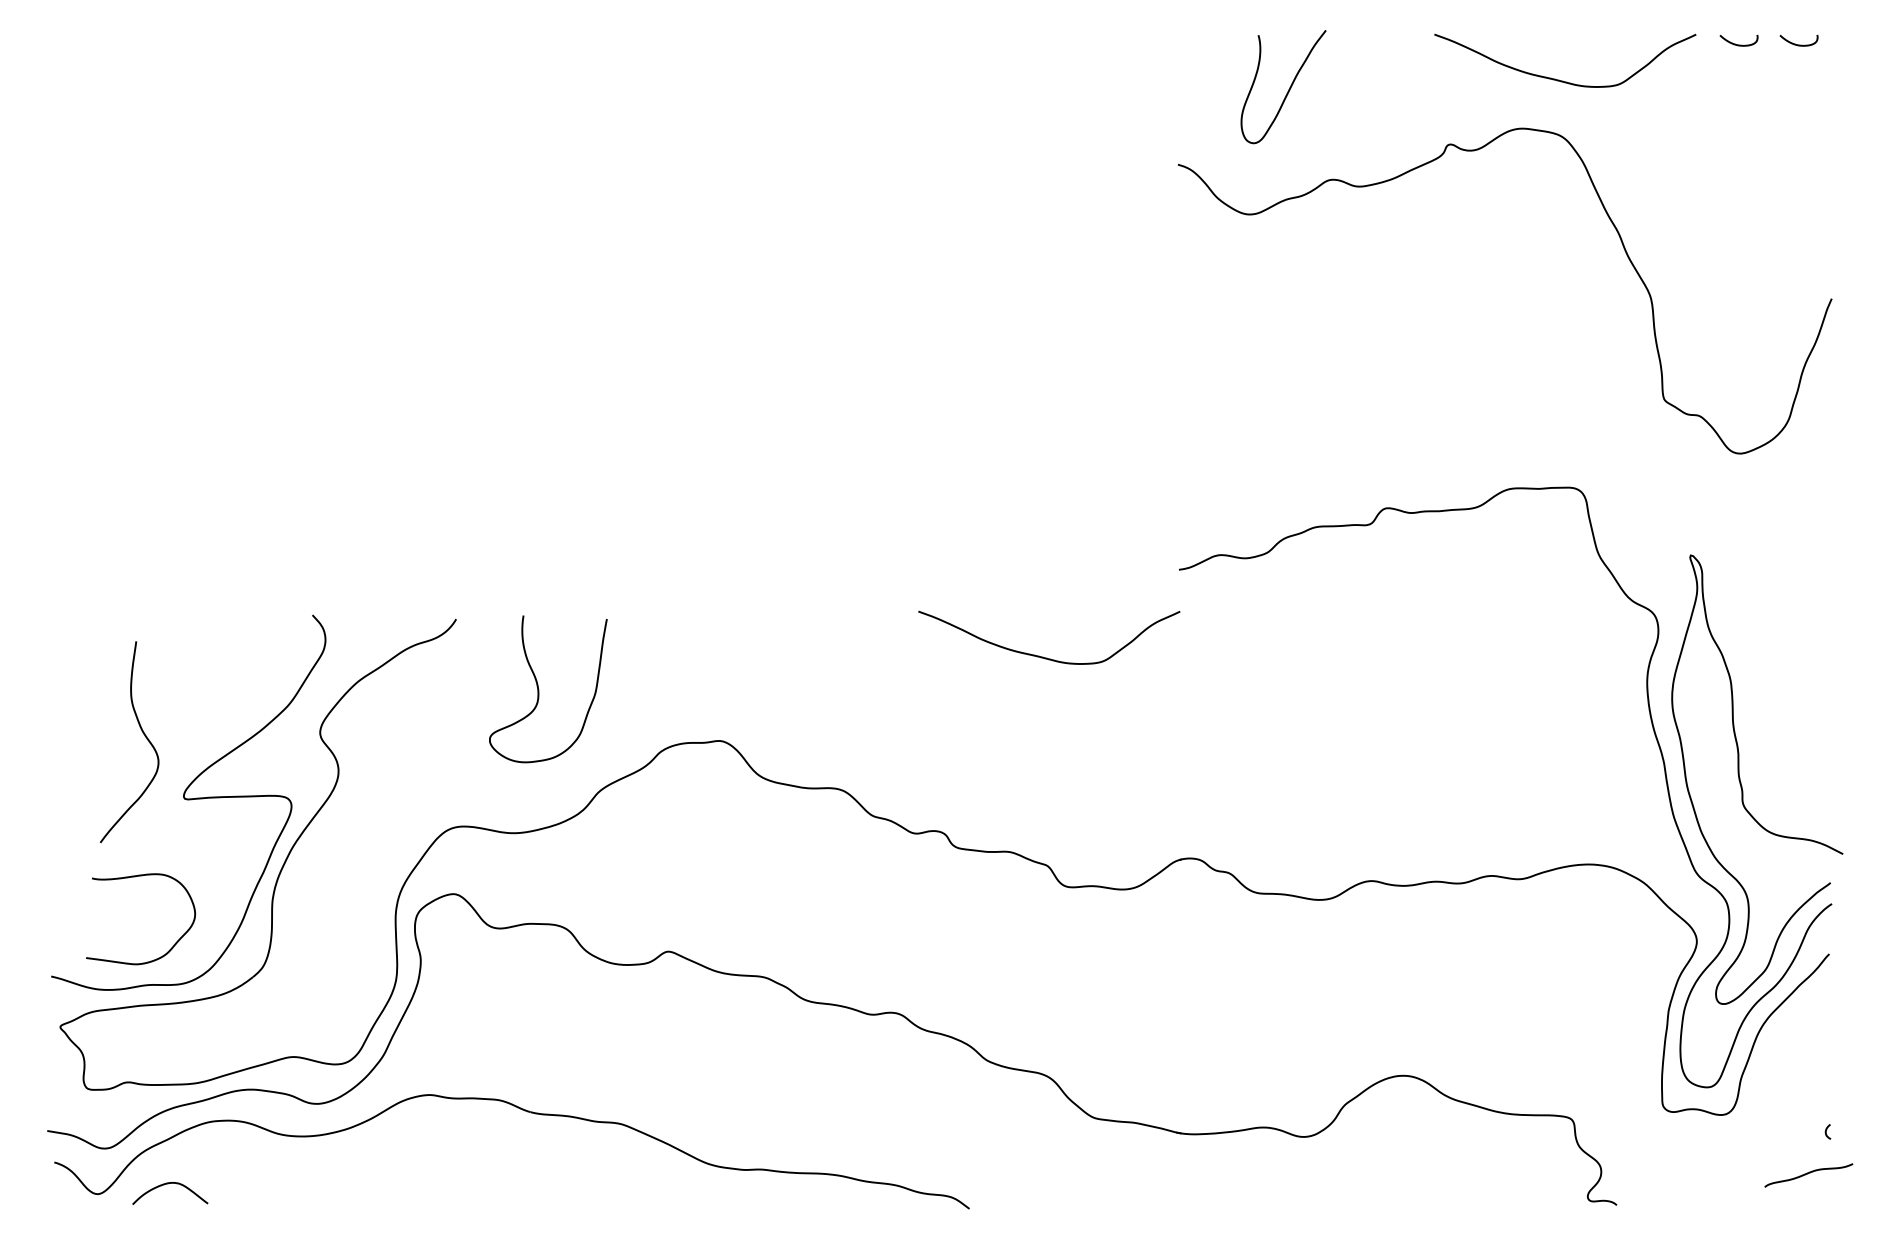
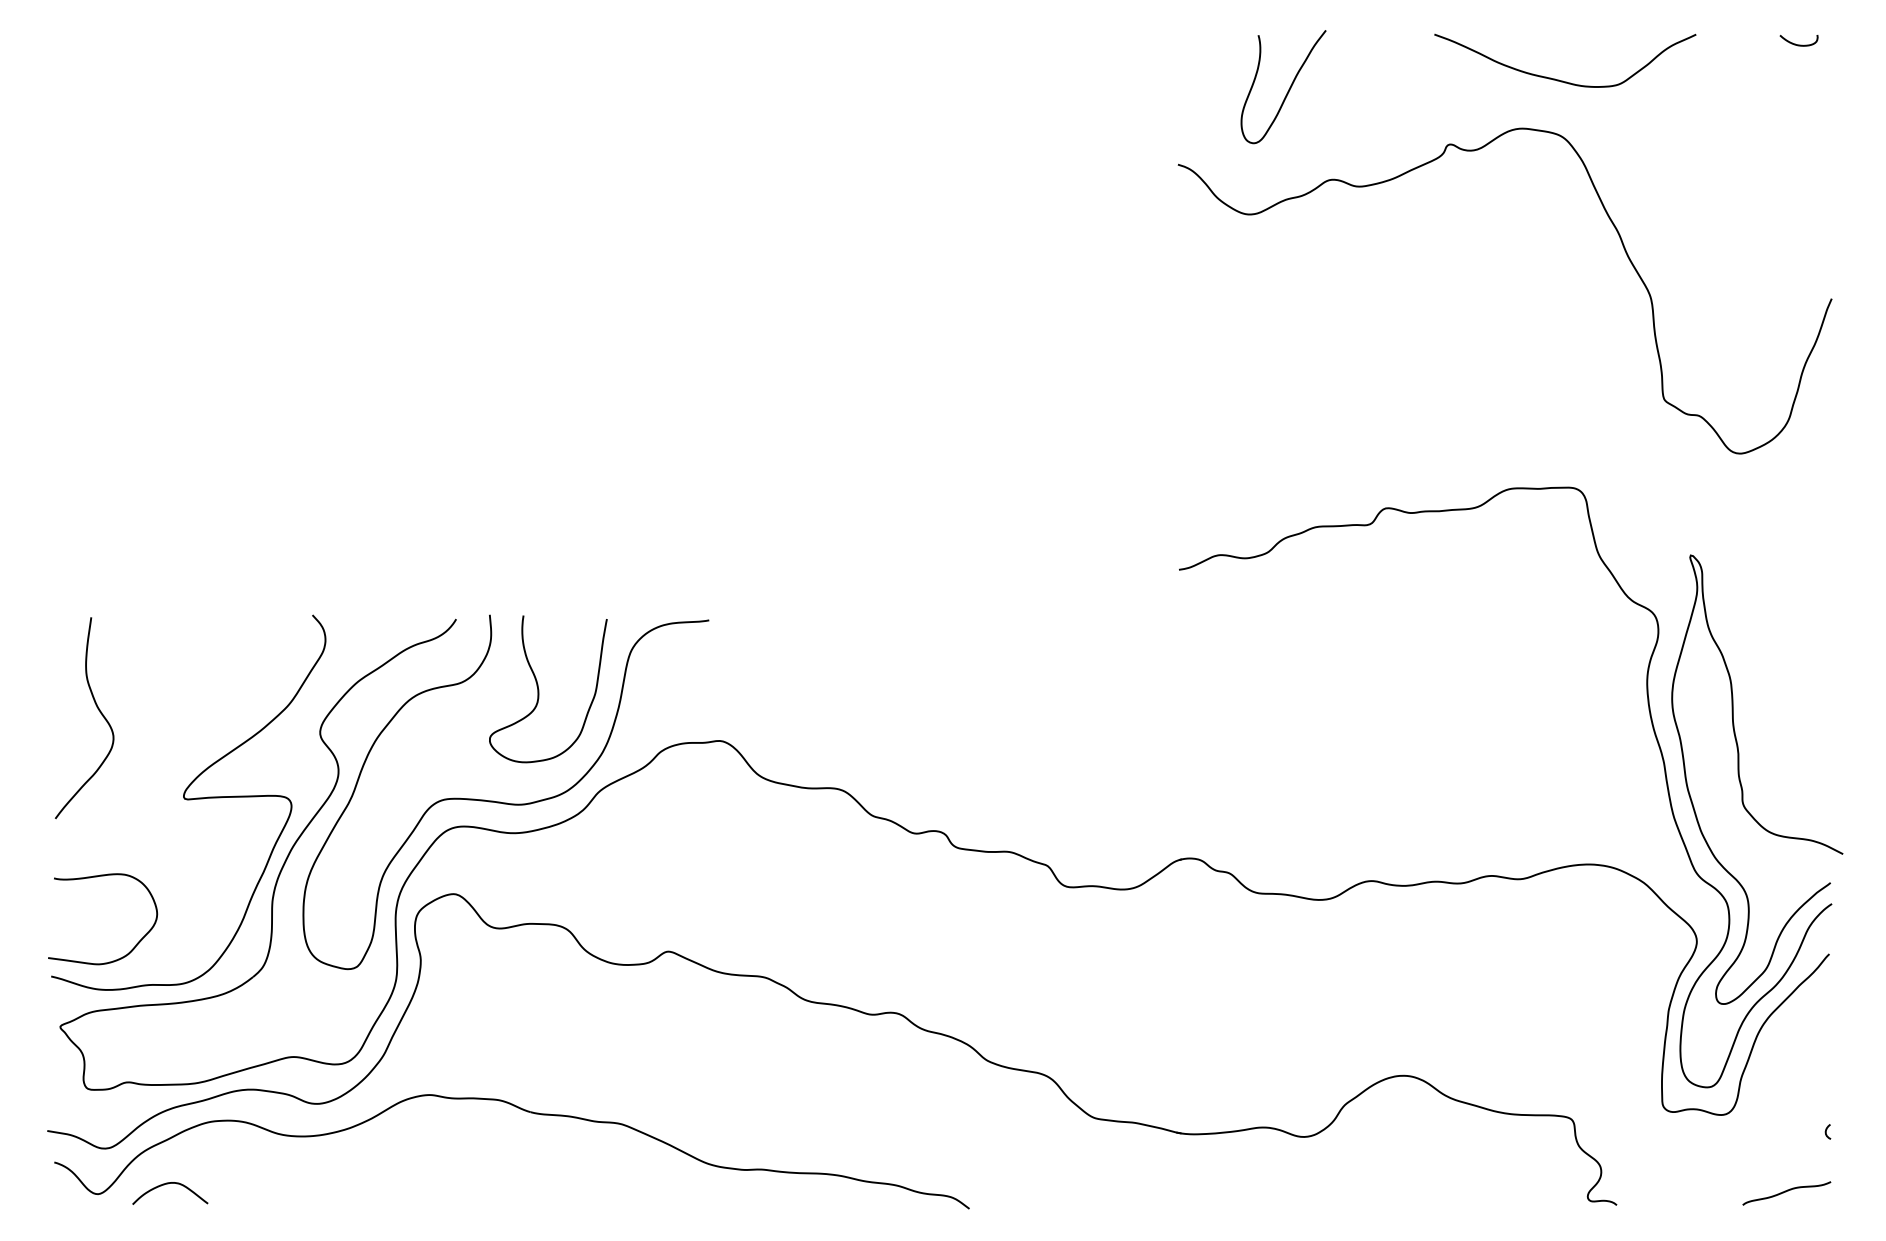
curve at (1738, 44): present -> none
curve at (1043, 656): present -> none
curve at (143, 734) position: (143, 734) -> (98, 710)
curve at (505, 802): none -> present
curve at (174, 943) position: (174, 943) -> (136, 943)
curve at (1808, 1174) position: (1808, 1174) -> (1786, 1192)
